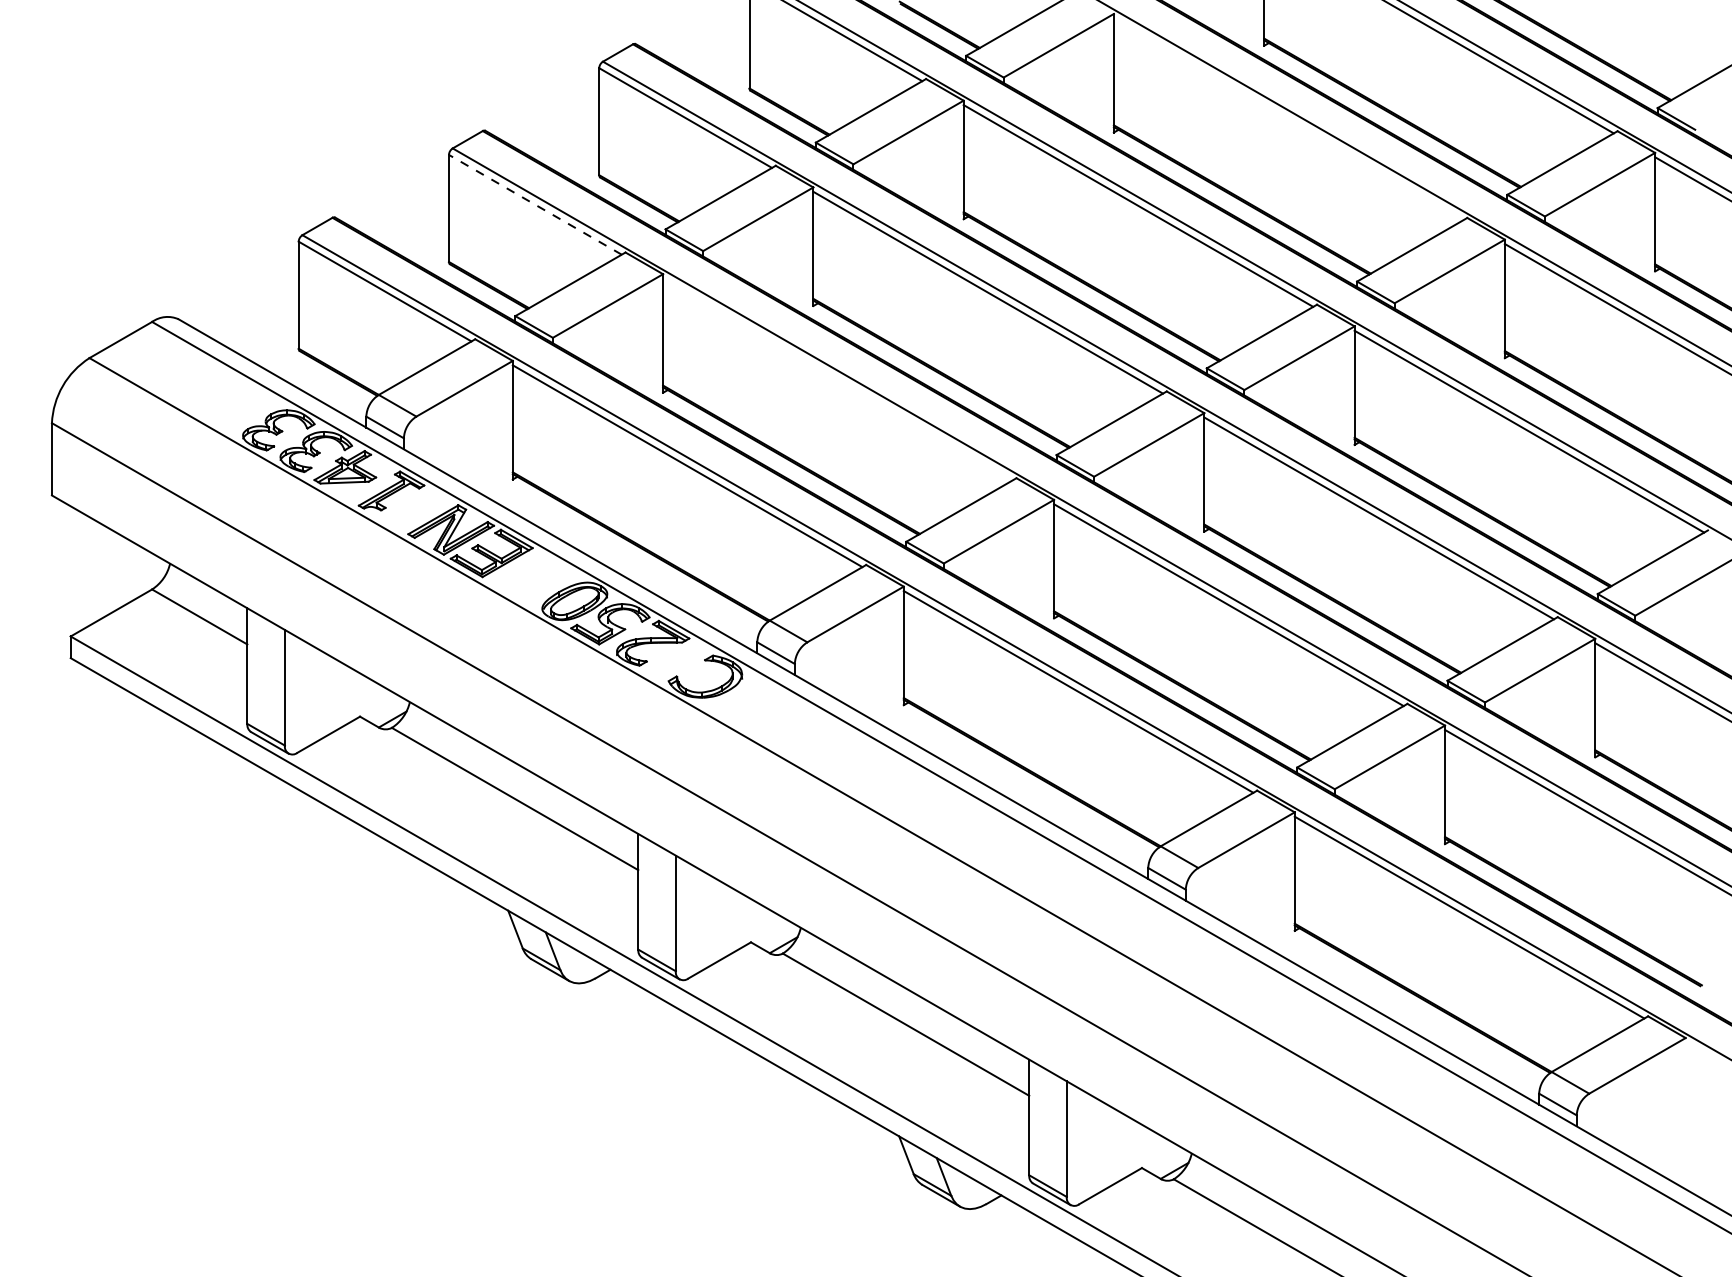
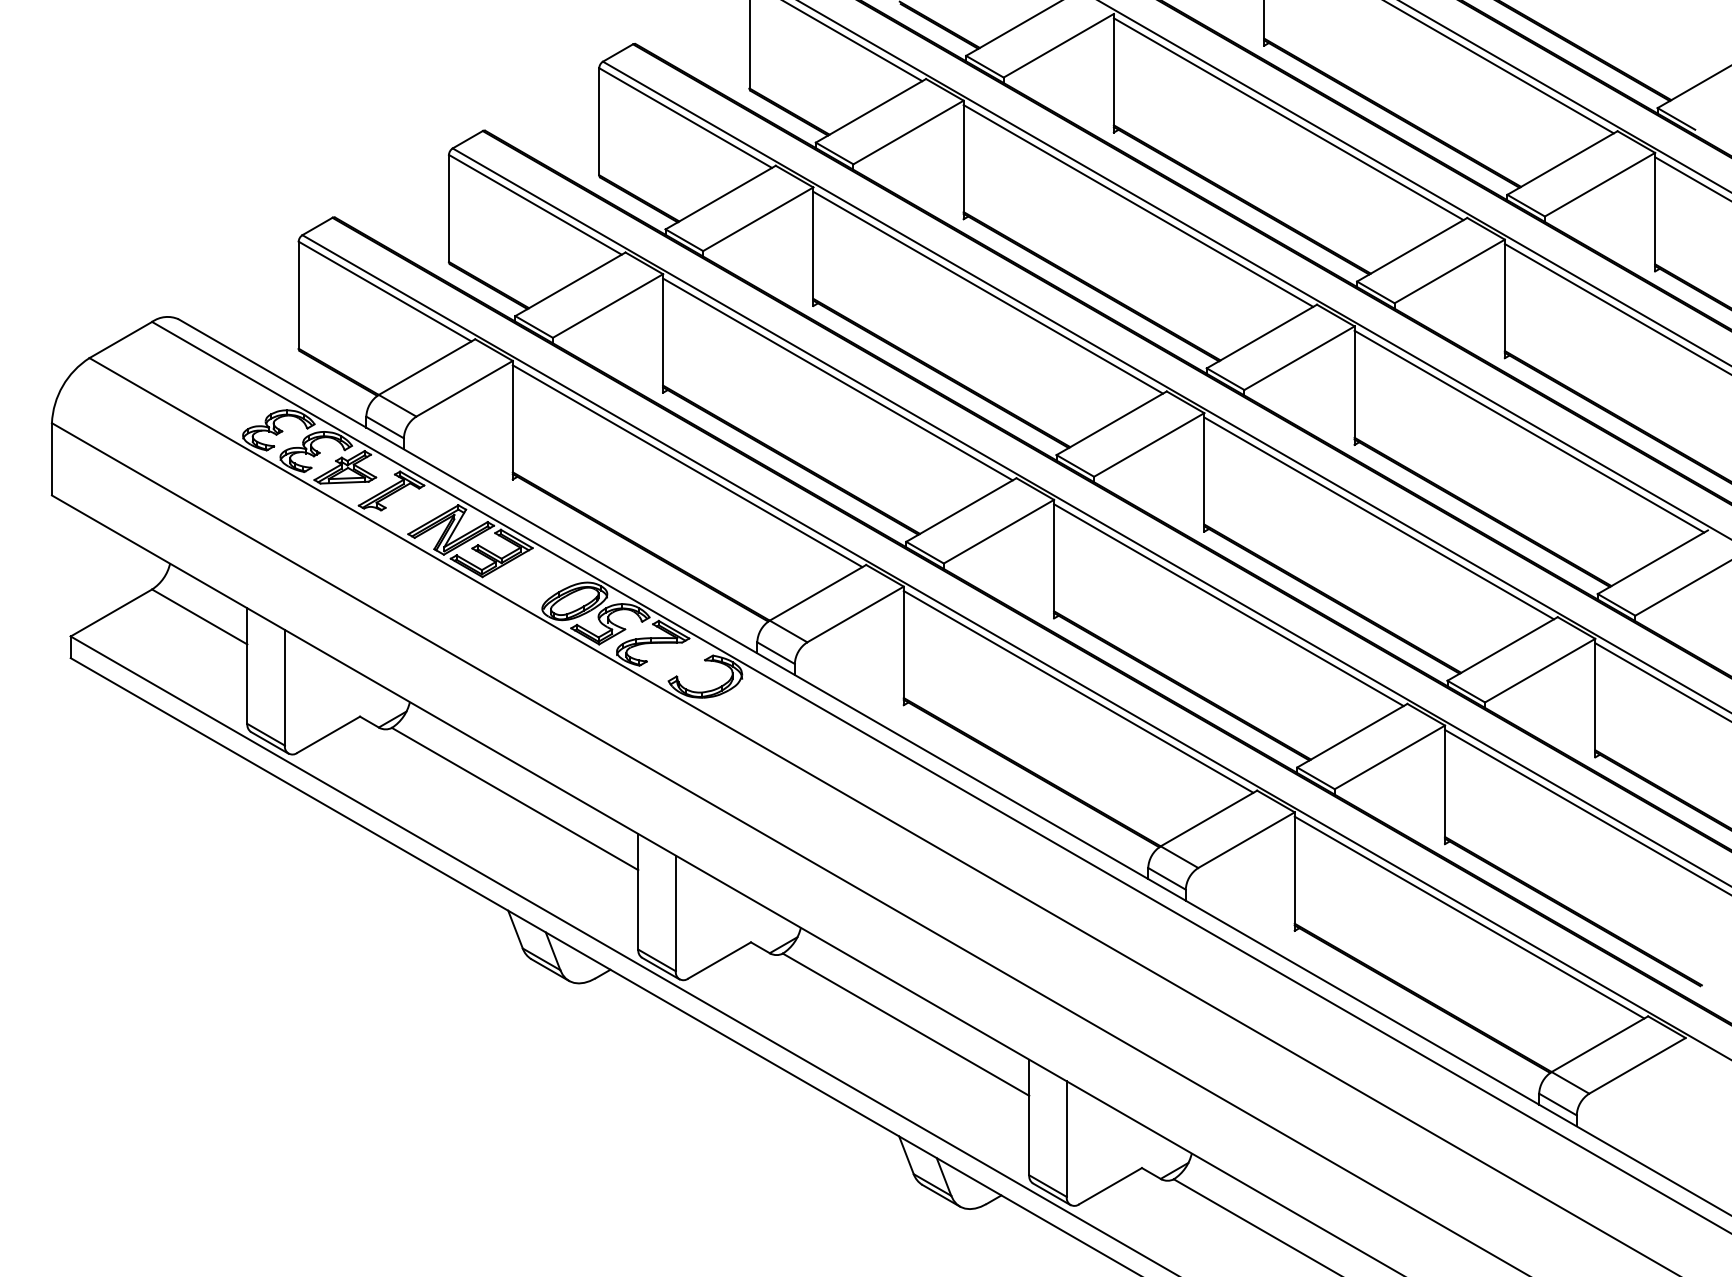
line at (1288, 119): none -> present
line at (535, 204): dashed -> solid
line at (837, 379): none -> present
